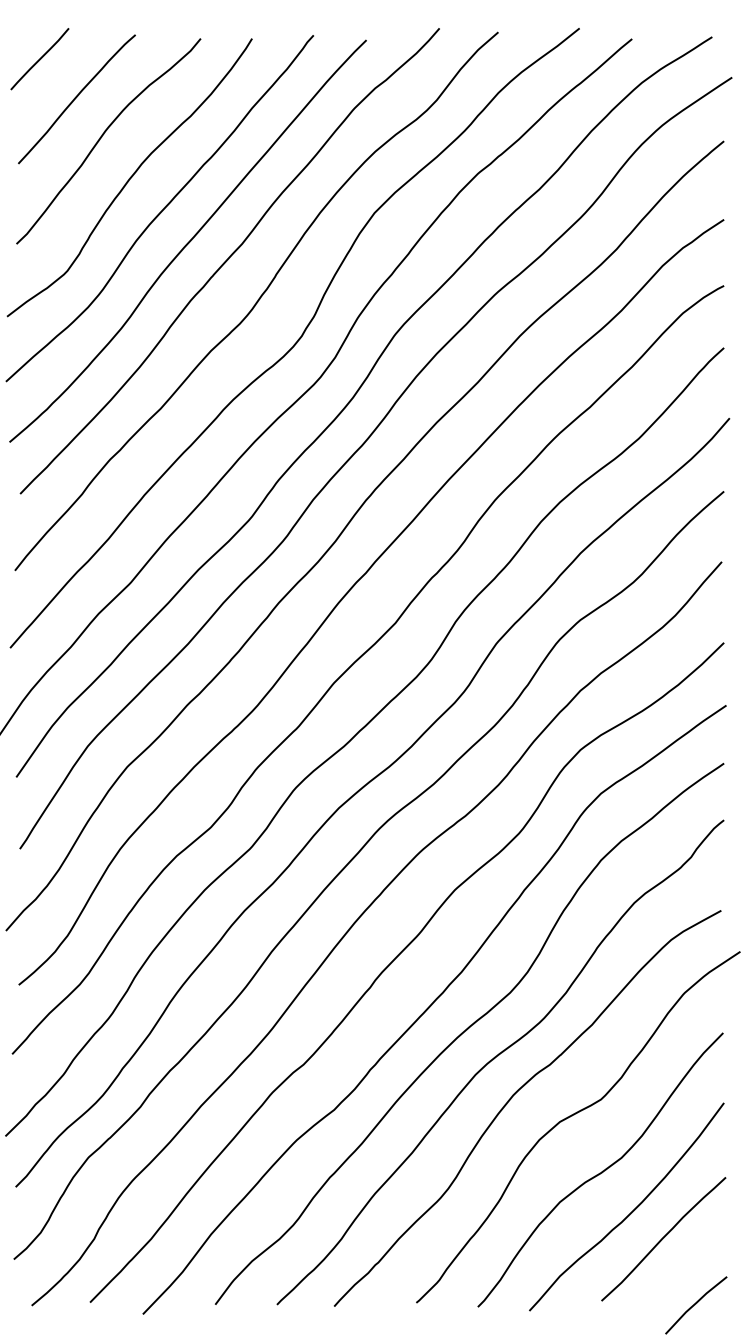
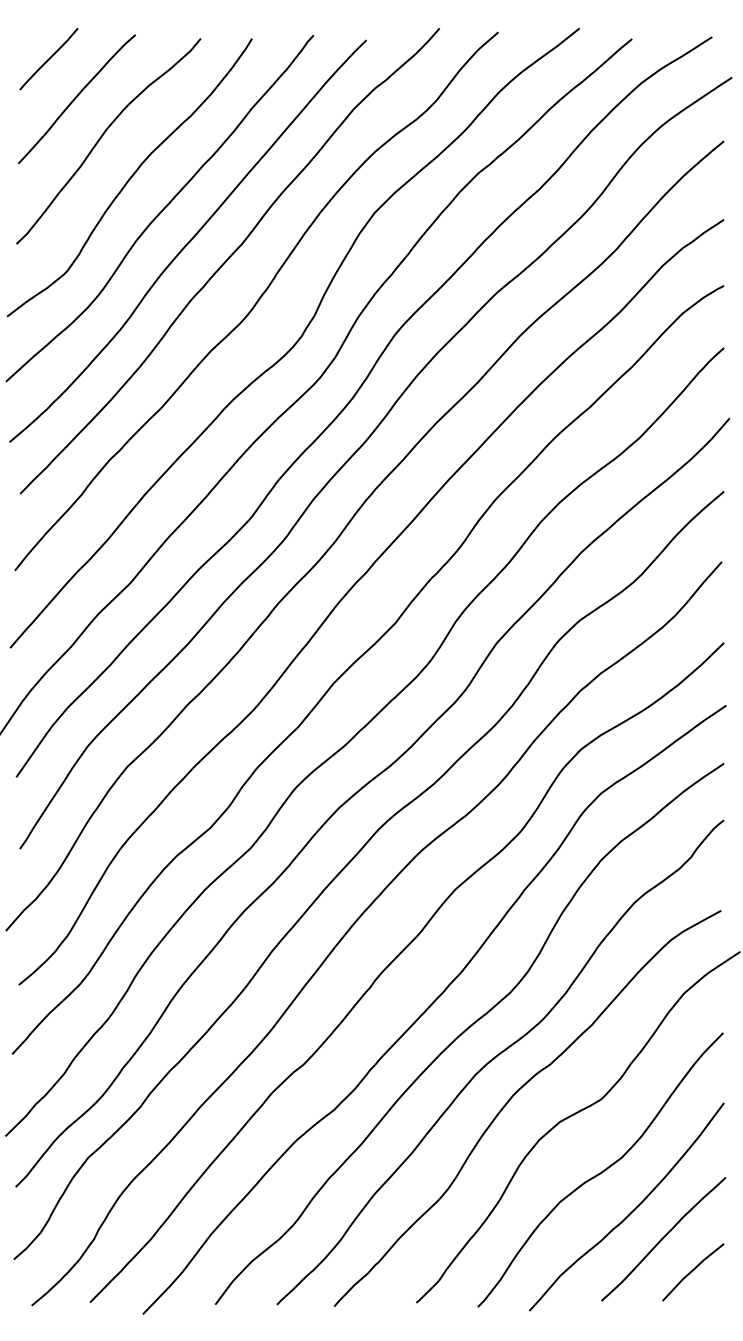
line at (39, 59) position: (39, 59) -> (48, 59)
line at (696, 1304) position: (696, 1304) -> (693, 1271)
